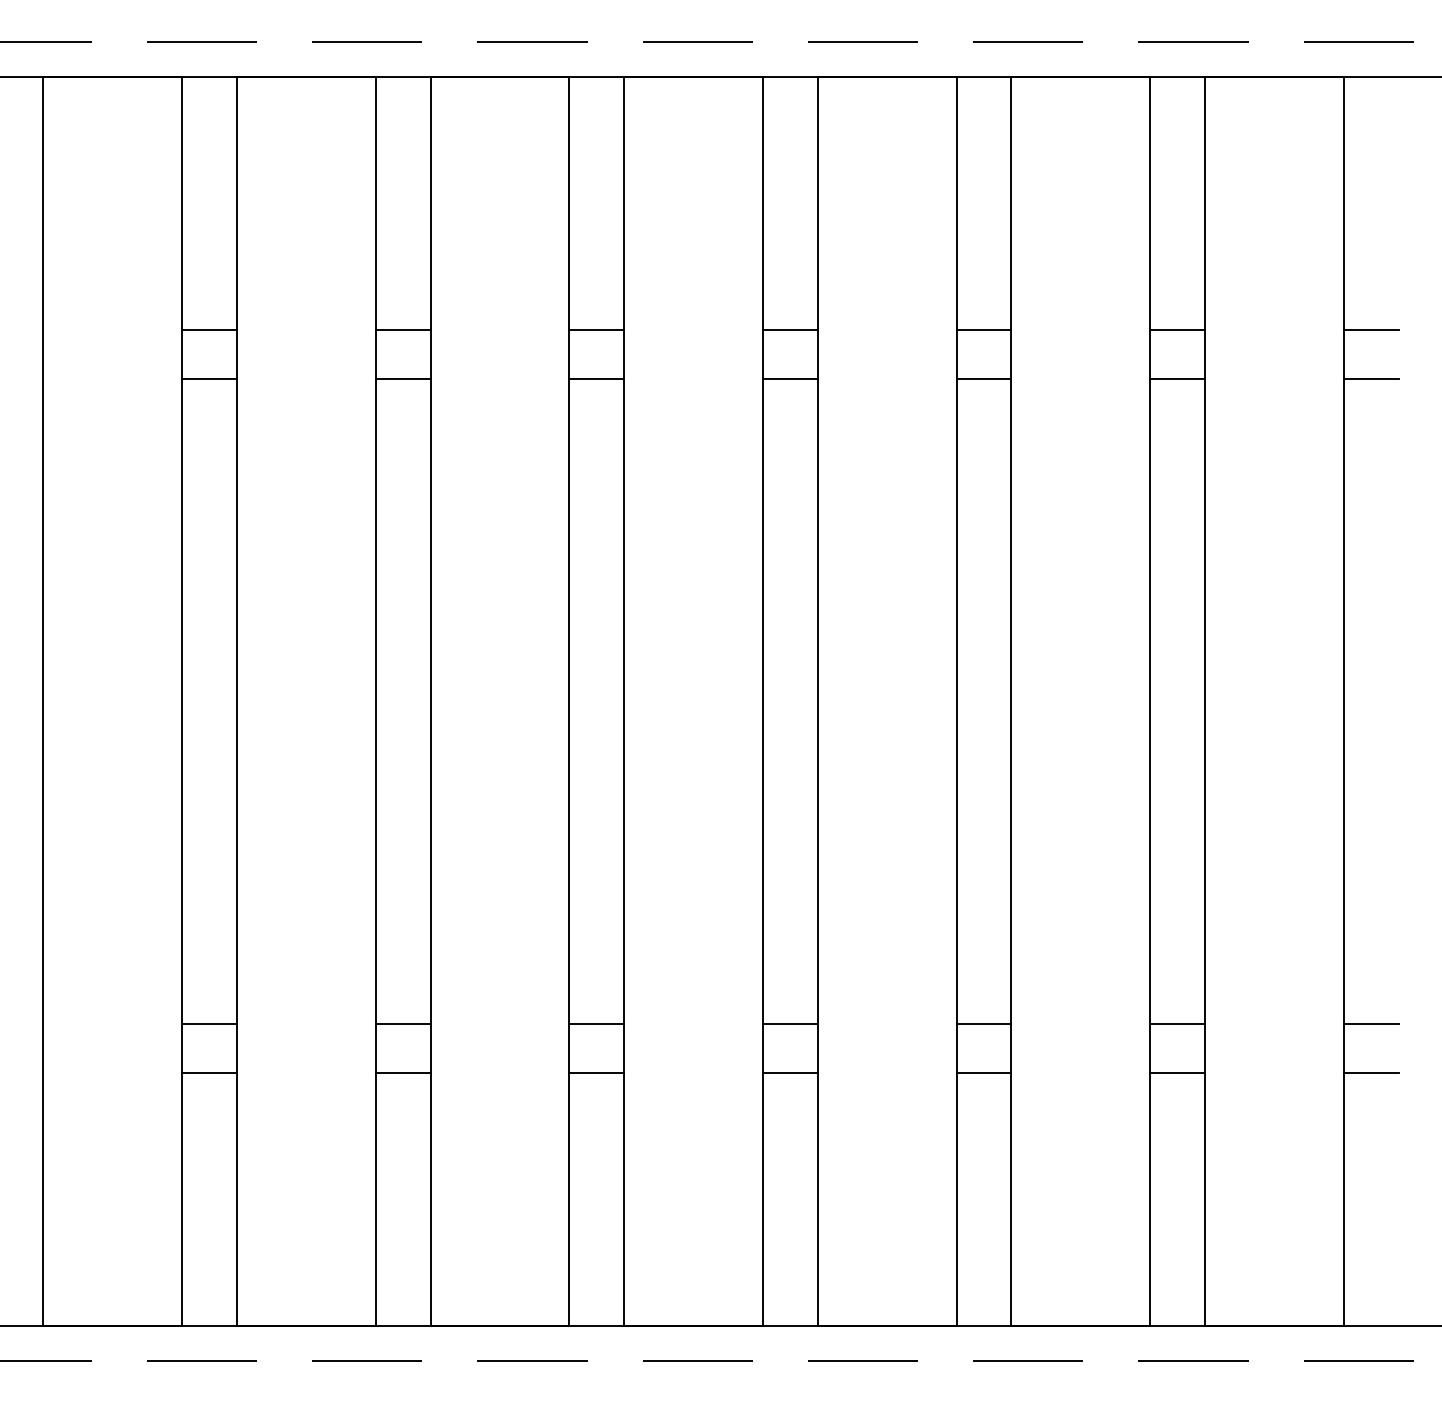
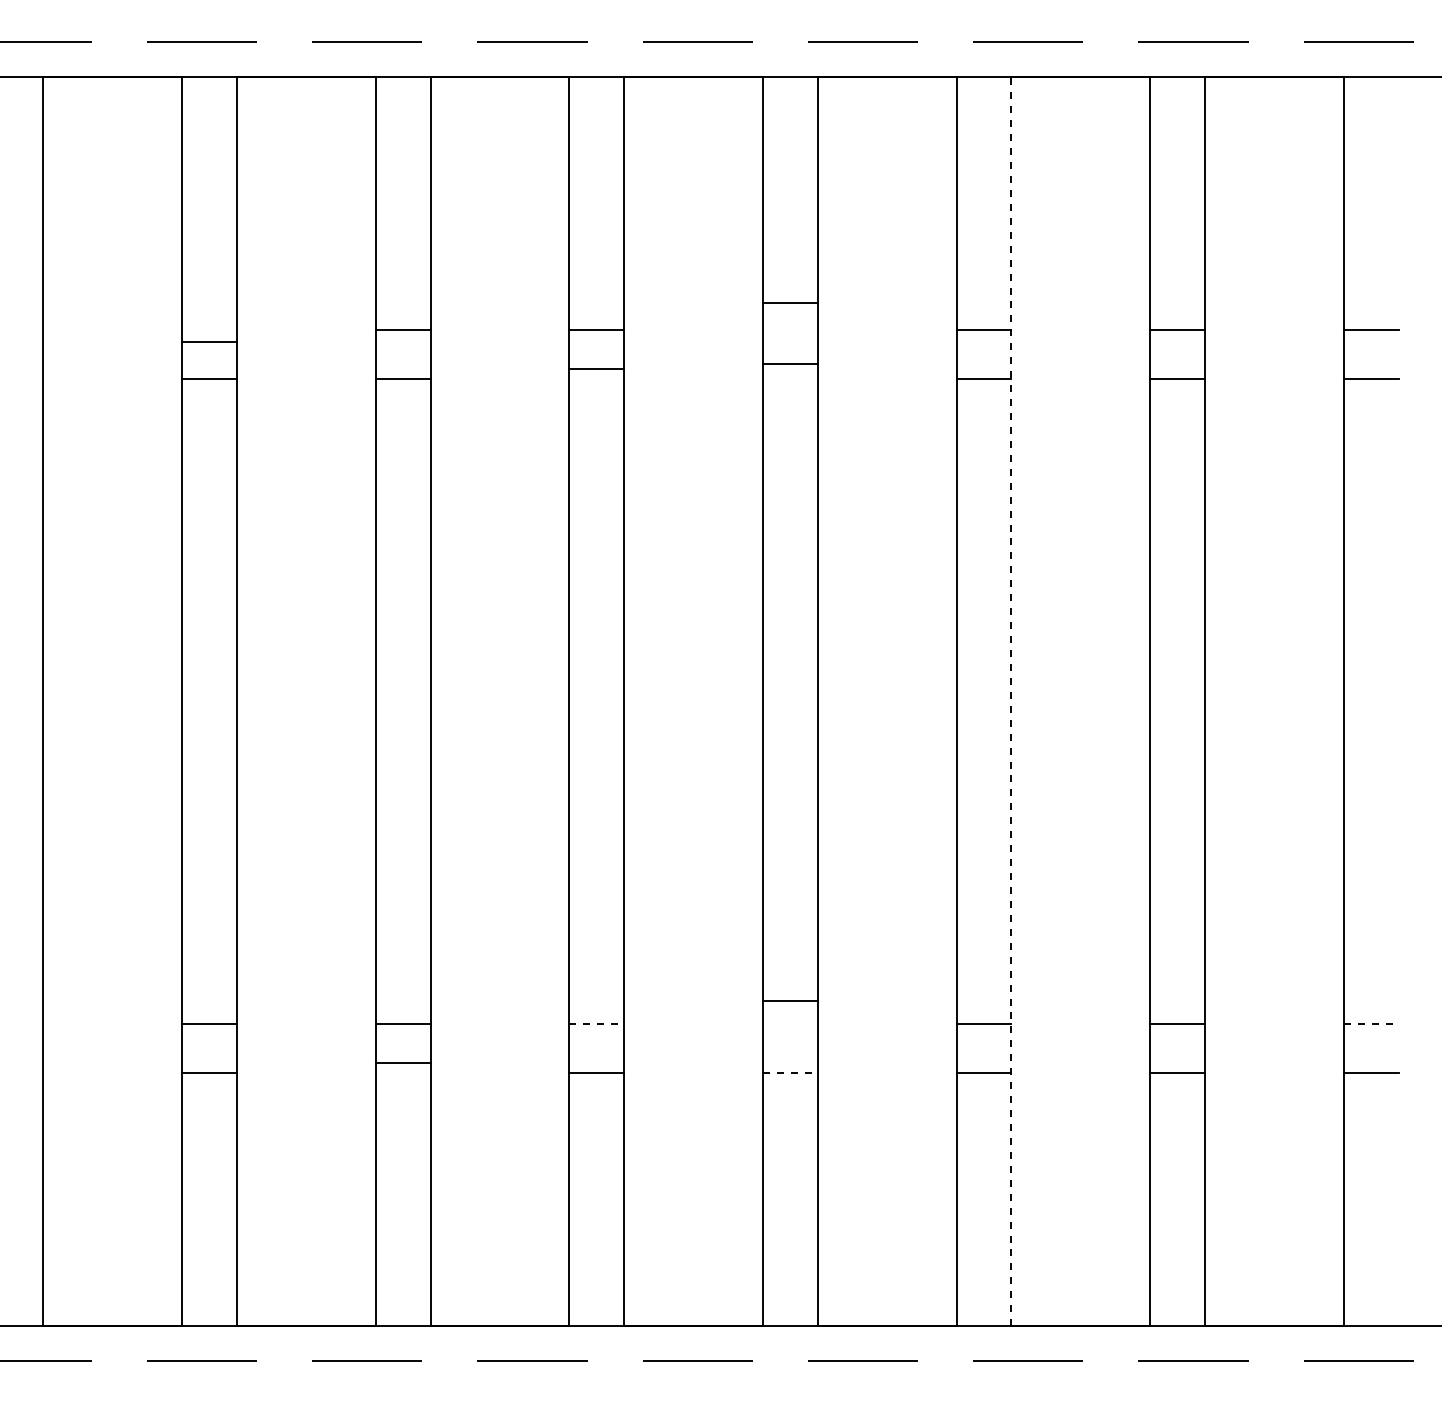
line at (209, 330) position: (209, 330) -> (209, 342)
line at (789, 330) position: (789, 330) -> (789, 303)
line at (596, 378) position: (596, 378) -> (596, 368)
line at (789, 378) position: (789, 378) -> (789, 363)
line at (1011, 701): solid -> dashed
line at (597, 1024): solid -> dashed
line at (789, 1024) position: (789, 1024) -> (789, 1001)
line at (1371, 1024): solid -> dashed
line at (402, 1072) position: (402, 1072) -> (402, 1062)
line at (790, 1072): solid -> dashed
